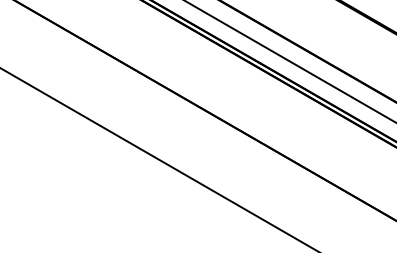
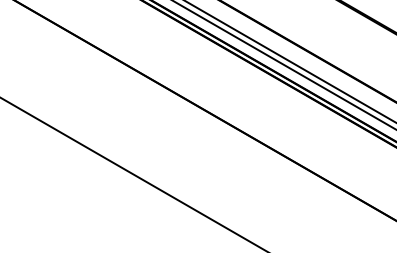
line at (284, 65): none -> present
line at (158, 159) position: (158, 159) -> (133, 173)
